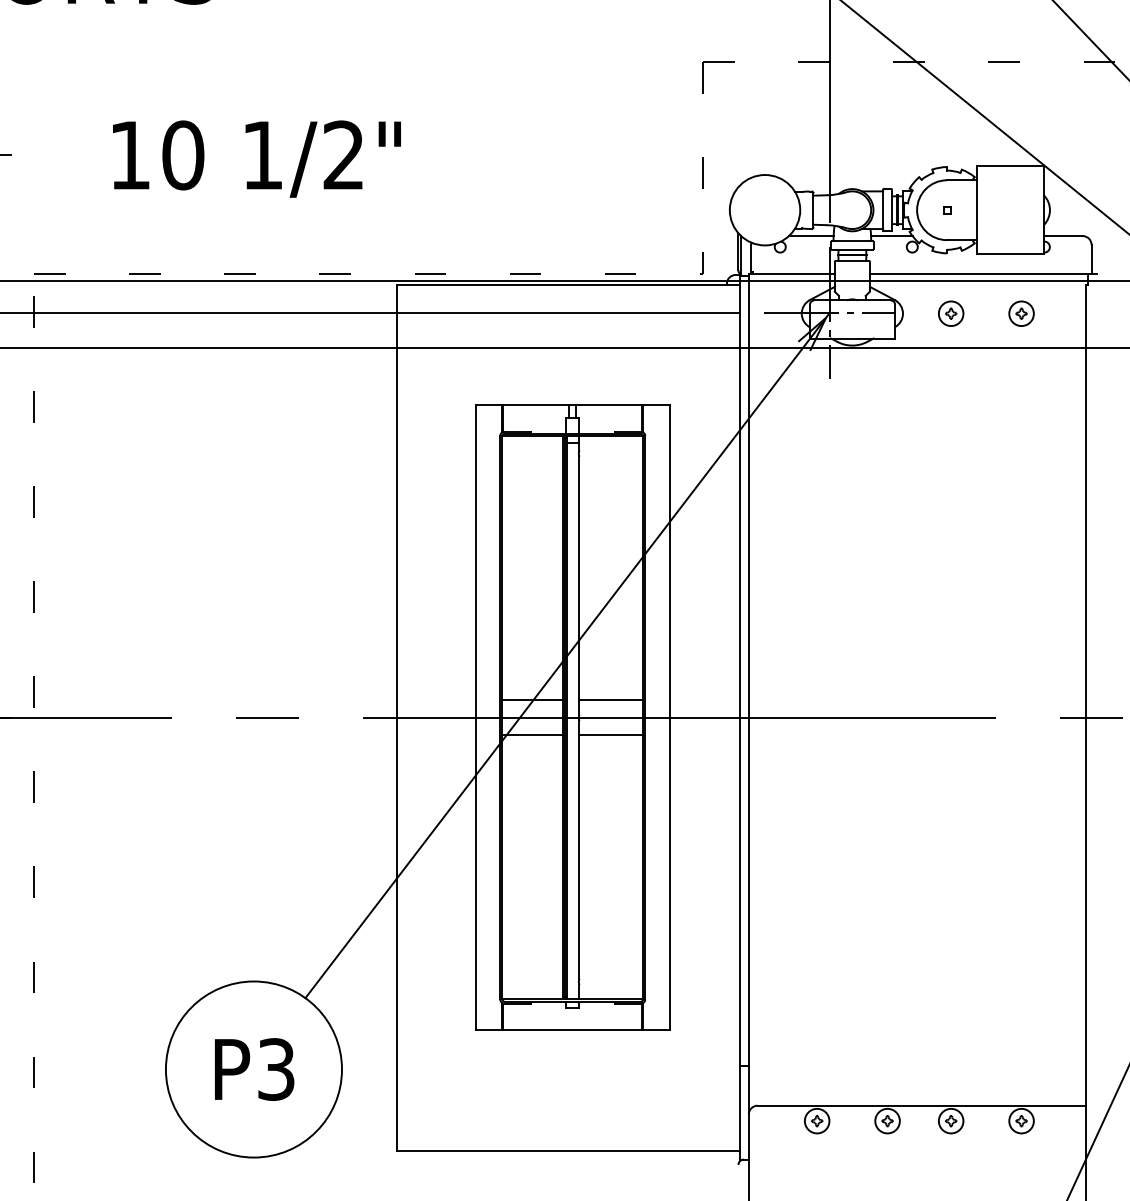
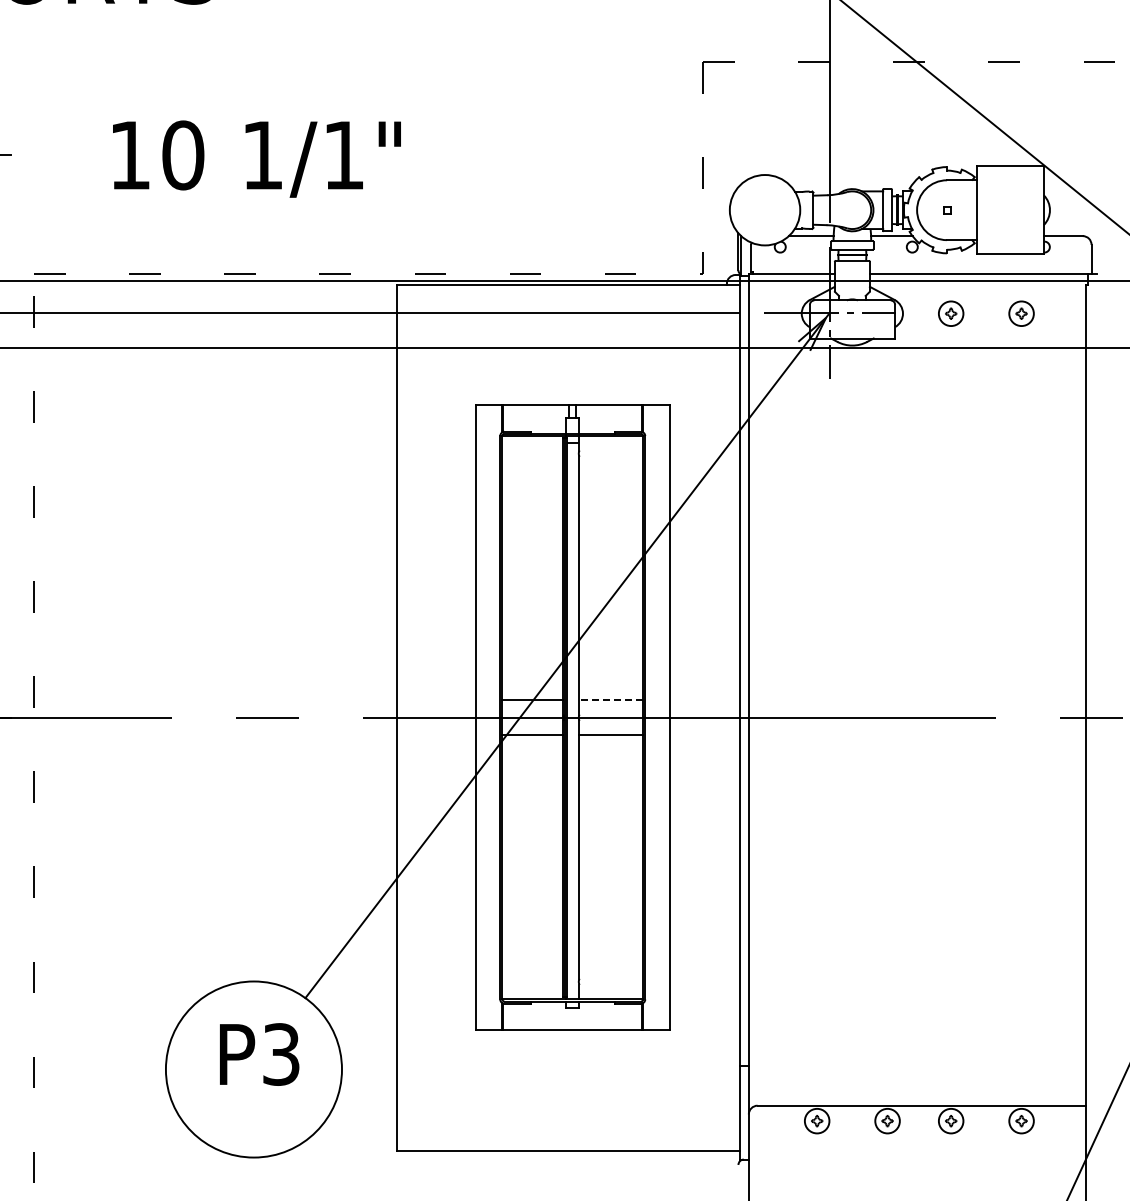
line at (1090, 39): present -> none
text at (342, 154): 1/2" -> 1/1"
line at (611, 700): solid -> dashed
text at (254, 1069) position: (254, 1069) -> (259, 1054)
